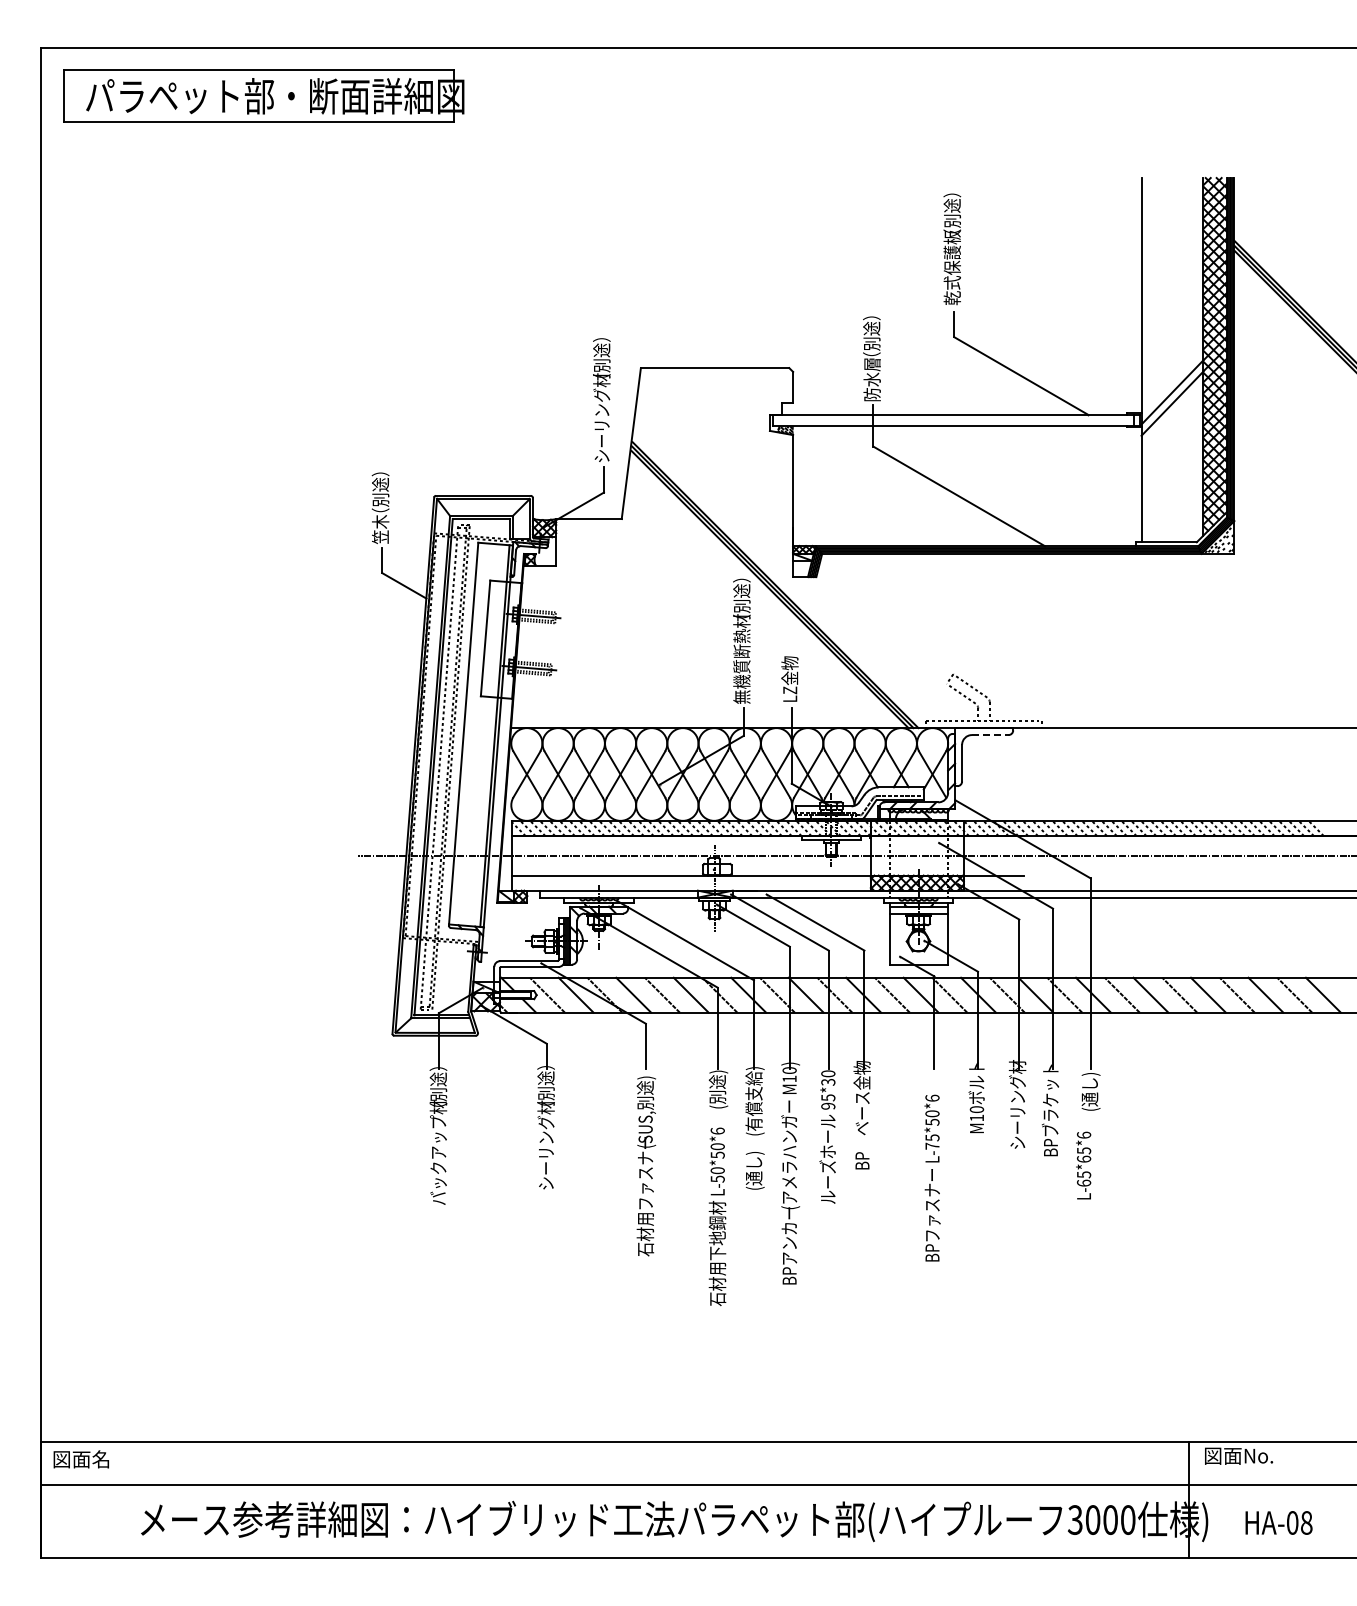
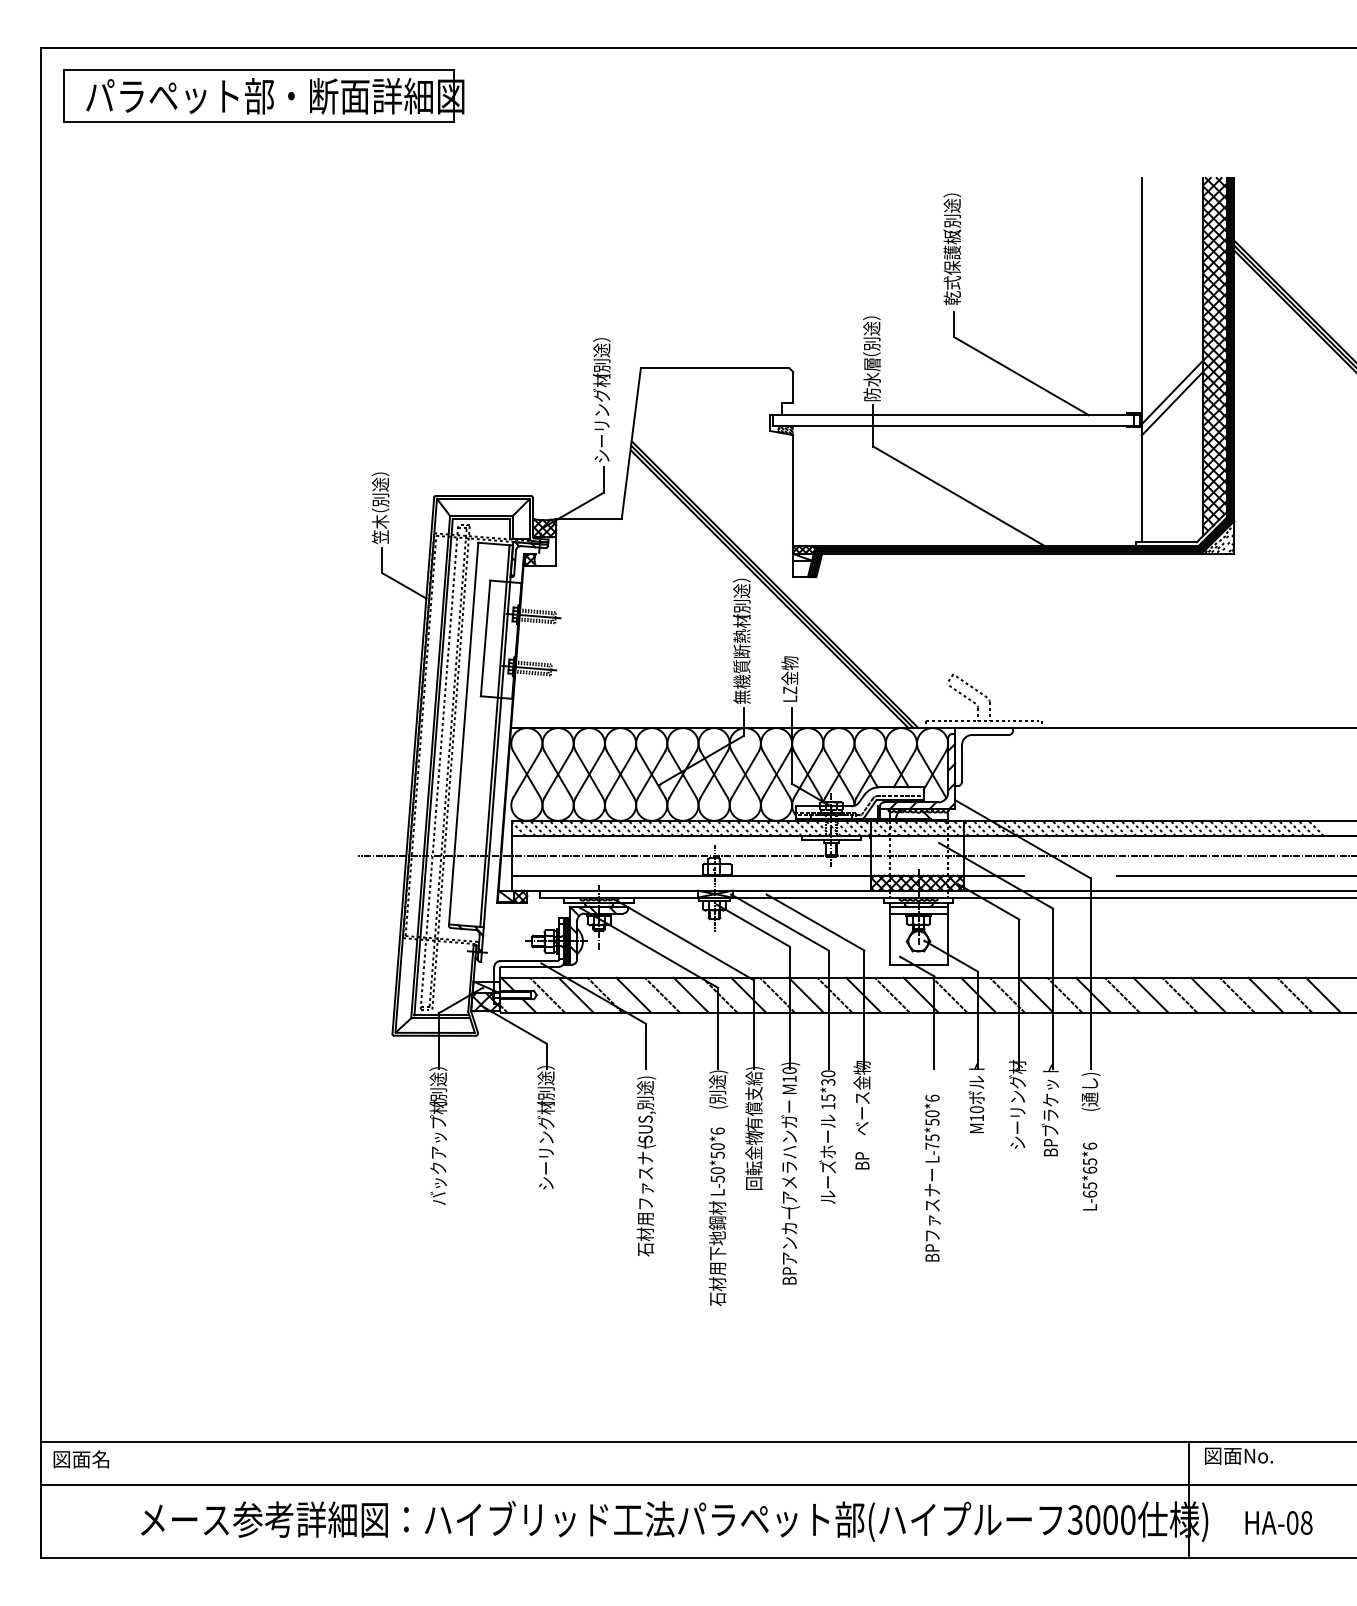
line at (990, 735): dashed -> solid
line at (1234, 875): none -> present
text at (828, 1105): 95*30 -> 15*30
text at (754, 1160): (通し) -> 回転金物
text at (1083, 1165) position: (1083, 1165) -> (1089, 1176)
